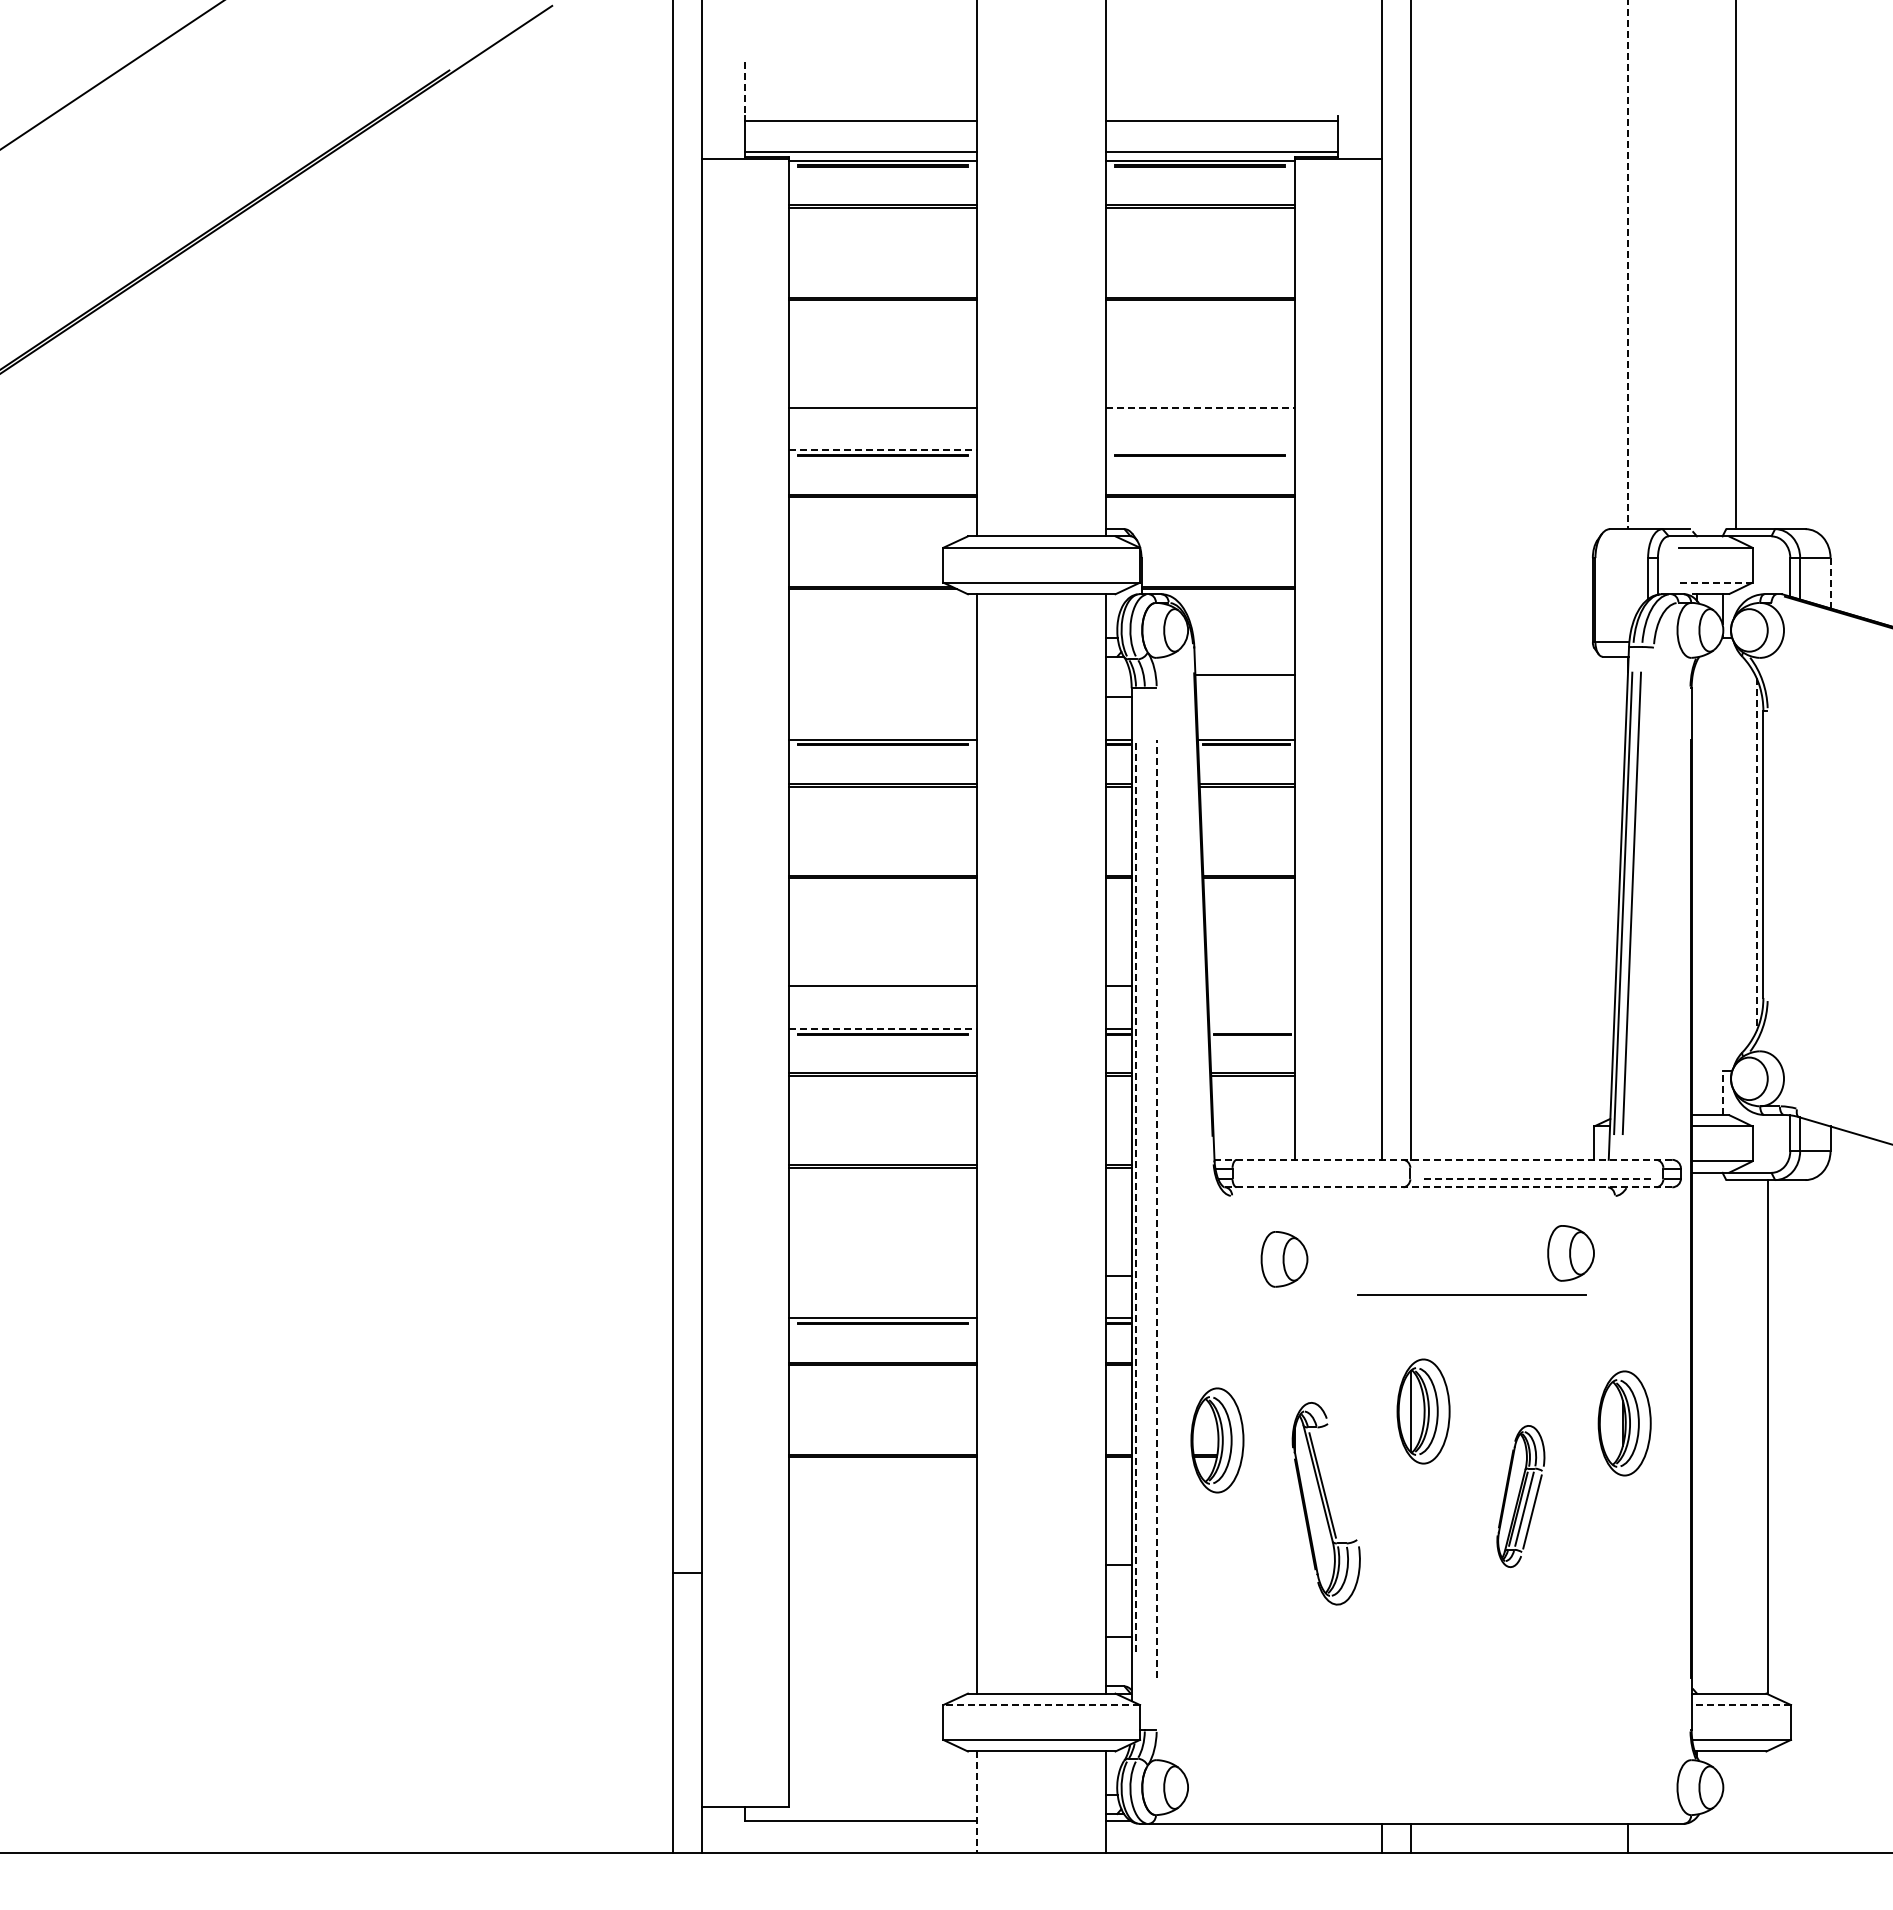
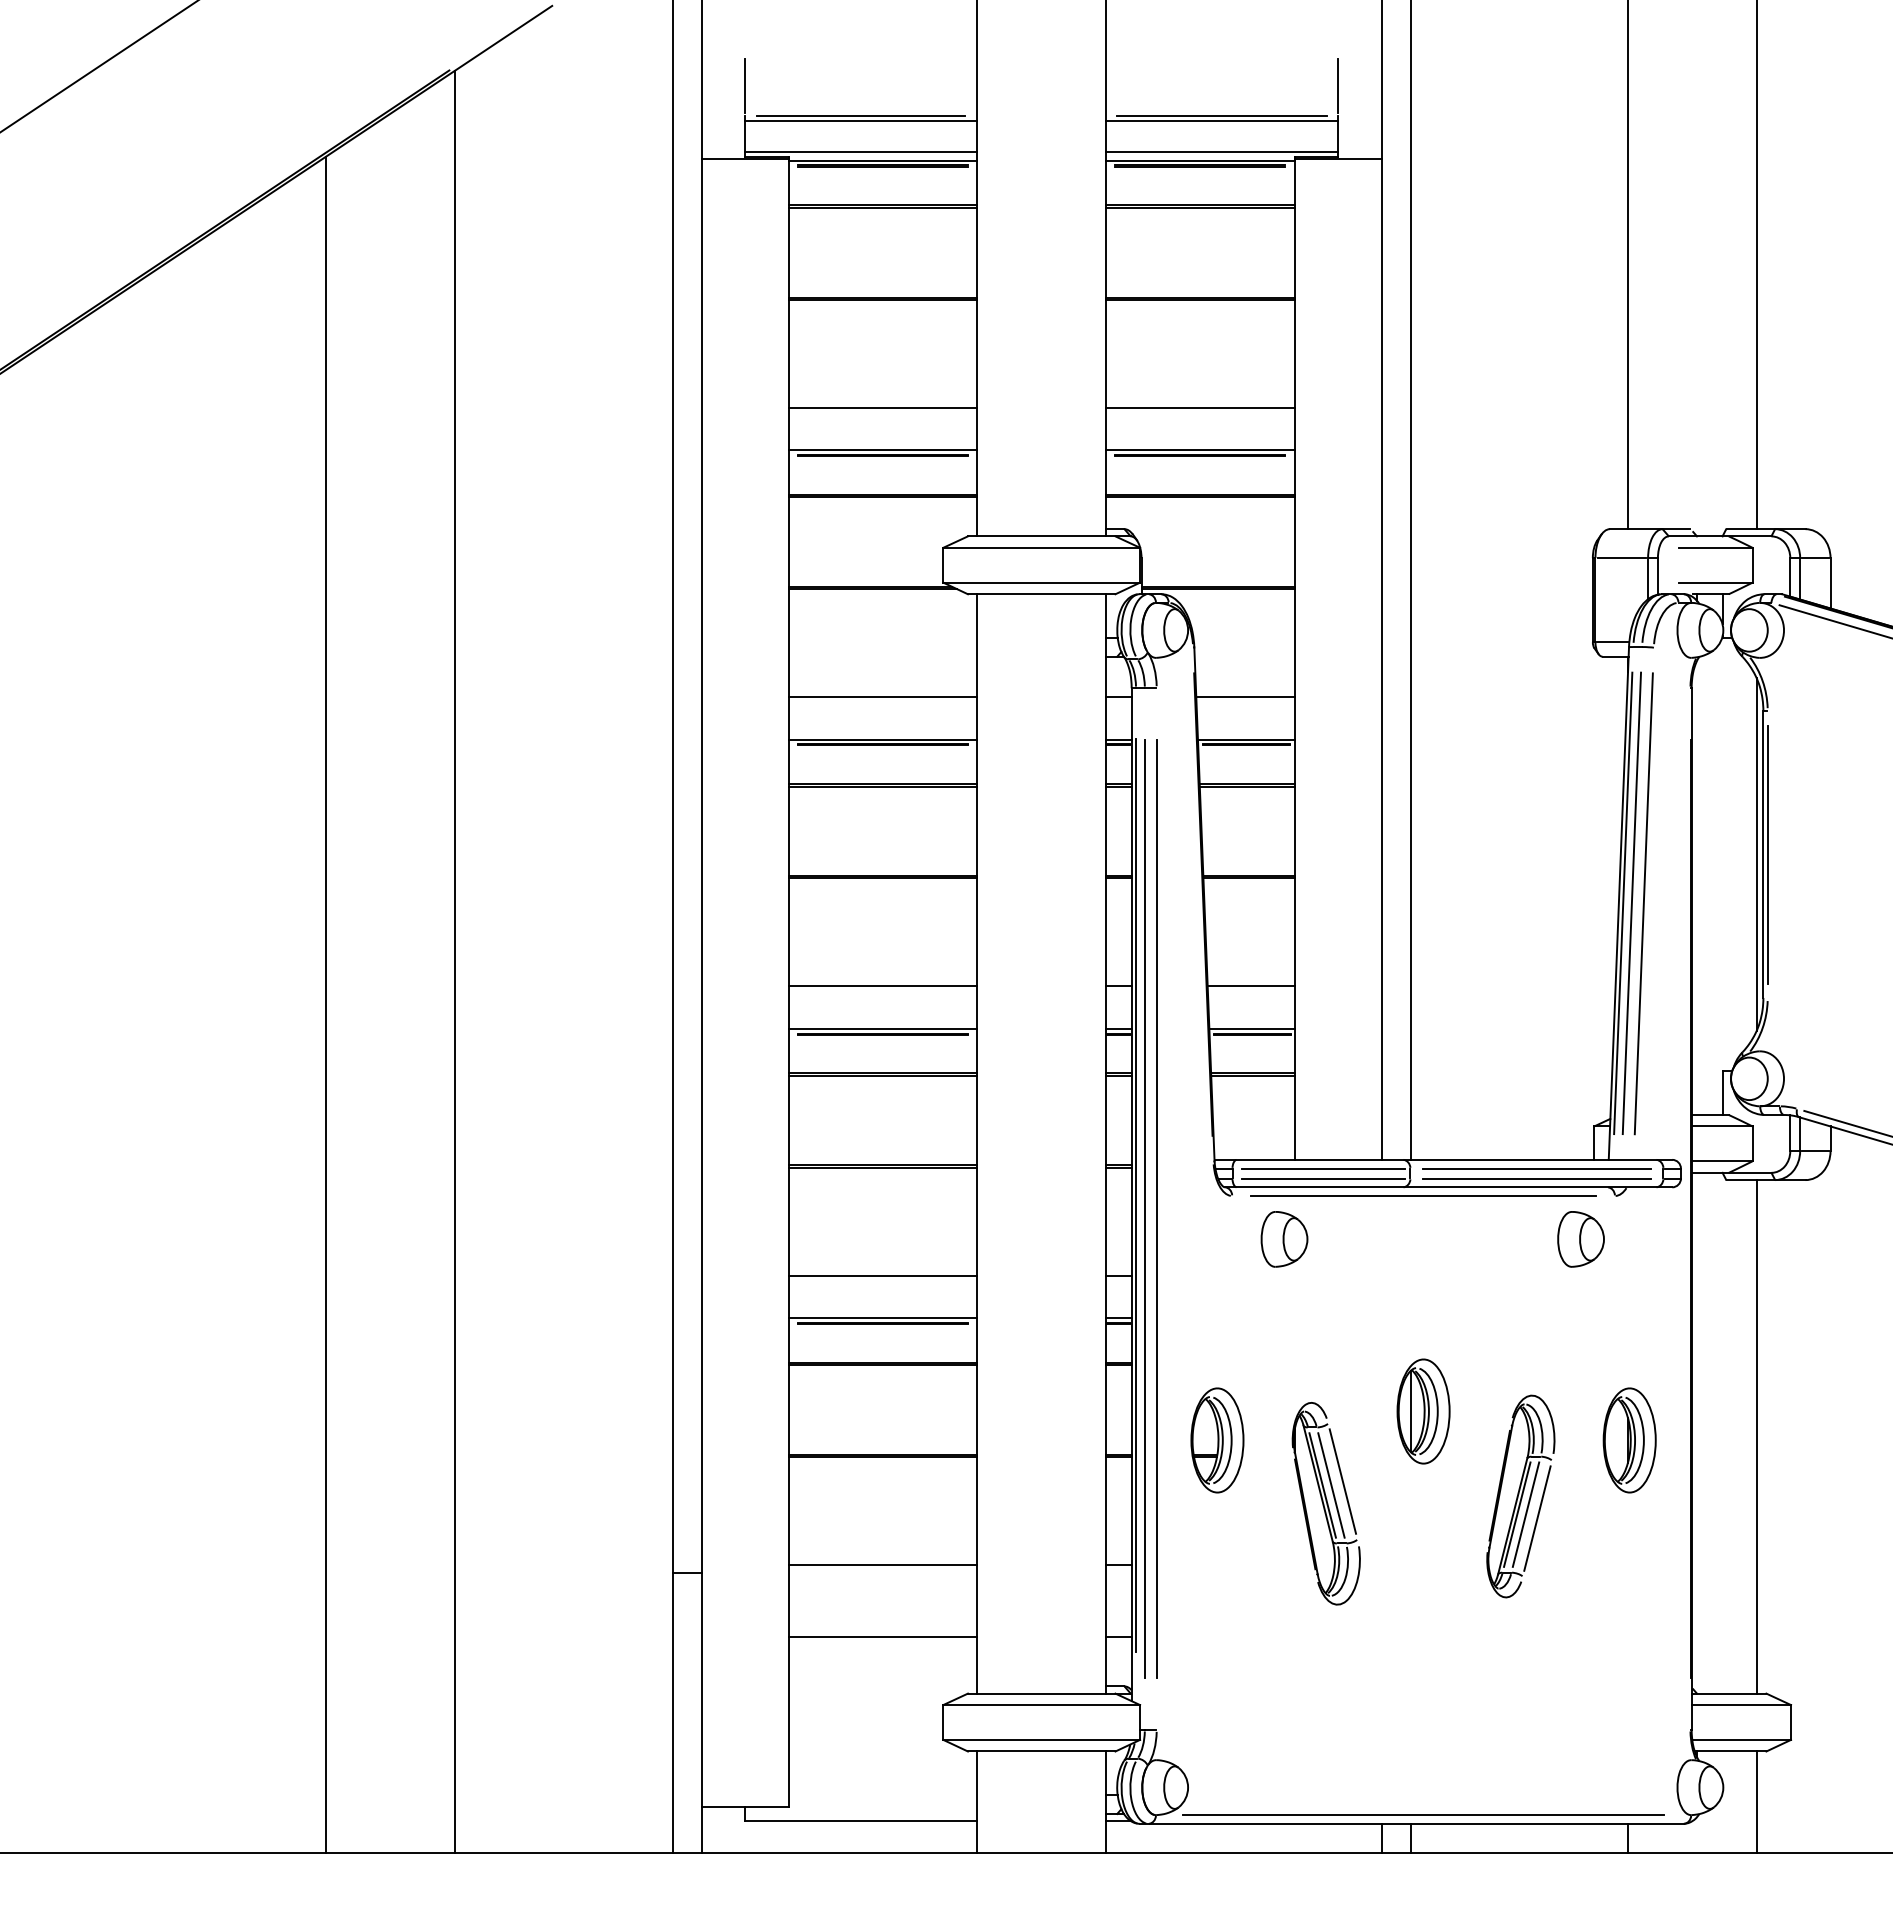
line at (111, 75) position: (111, 75) -> (98, 66)
line at (745, 85): dashed -> solid
line at (1338, 85): none -> present
line at (860, 116): none -> present
line at (1221, 116): none -> present
line at (1628, 265): dashed -> solid
line at (1735, 265) position: (1735, 265) -> (1756, 265)
line at (1200, 407): dashed -> solid
line at (883, 450): dashed -> solid
line at (1199, 450): none -> present
line at (1621, 558): none -> present
line at (1715, 582): dashed -> solid
line at (1830, 582): dashed -> solid
line at (1834, 621): none -> present
line at (1245, 674) position: (1245, 674) -> (1245, 696)
line at (882, 696): none -> present
line at (1767, 854): none -> present
line at (1756, 855): dashed -> solid
line at (1643, 903): none -> present
line at (454, 961): none -> present
line at (1250, 986): none -> present
line at (326, 1004): none -> present
line at (883, 1029): dashed -> solid
line at (1251, 1029): none -> present
line at (1722, 1093): dashed -> solid
line at (1846, 1123): none -> present
line at (1443, 1159): dashed -> solid
line at (1322, 1168): none -> present
line at (1322, 1178): none -> present
line at (1536, 1178): dashed -> solid
line at (1448, 1187): dashed -> solid
line at (1136, 1195): dashed -> solid
line at (1423, 1196): none -> present
line at (1144, 1208): none -> present
line at (1156, 1209): dashed -> solid
part at (1570, 1253) position: (1570, 1253) -> (1580, 1239)
part at (1284, 1259) position: (1284, 1259) -> (1284, 1239)
line at (882, 1275): none -> present
line at (1471, 1294) position: (1471, 1294) -> (1536, 1168)
part at (1624, 1423) position: (1624, 1423) -> (1629, 1440)
line at (1767, 1436) position: (1767, 1436) -> (1756, 1436)
line at (1342, 1481): none -> present
line at (1331, 1485): none -> present
part at (1520, 1496) size: 50x143 px -> 70x205 px
line at (882, 1564): none -> present
line at (882, 1636): none -> present
line at (1041, 1705): dashed -> solid
line at (1741, 1705): dashed -> solid
line at (1756, 1801): none -> present
line at (977, 1802): dashed -> solid
line at (1423, 1815): none -> present
